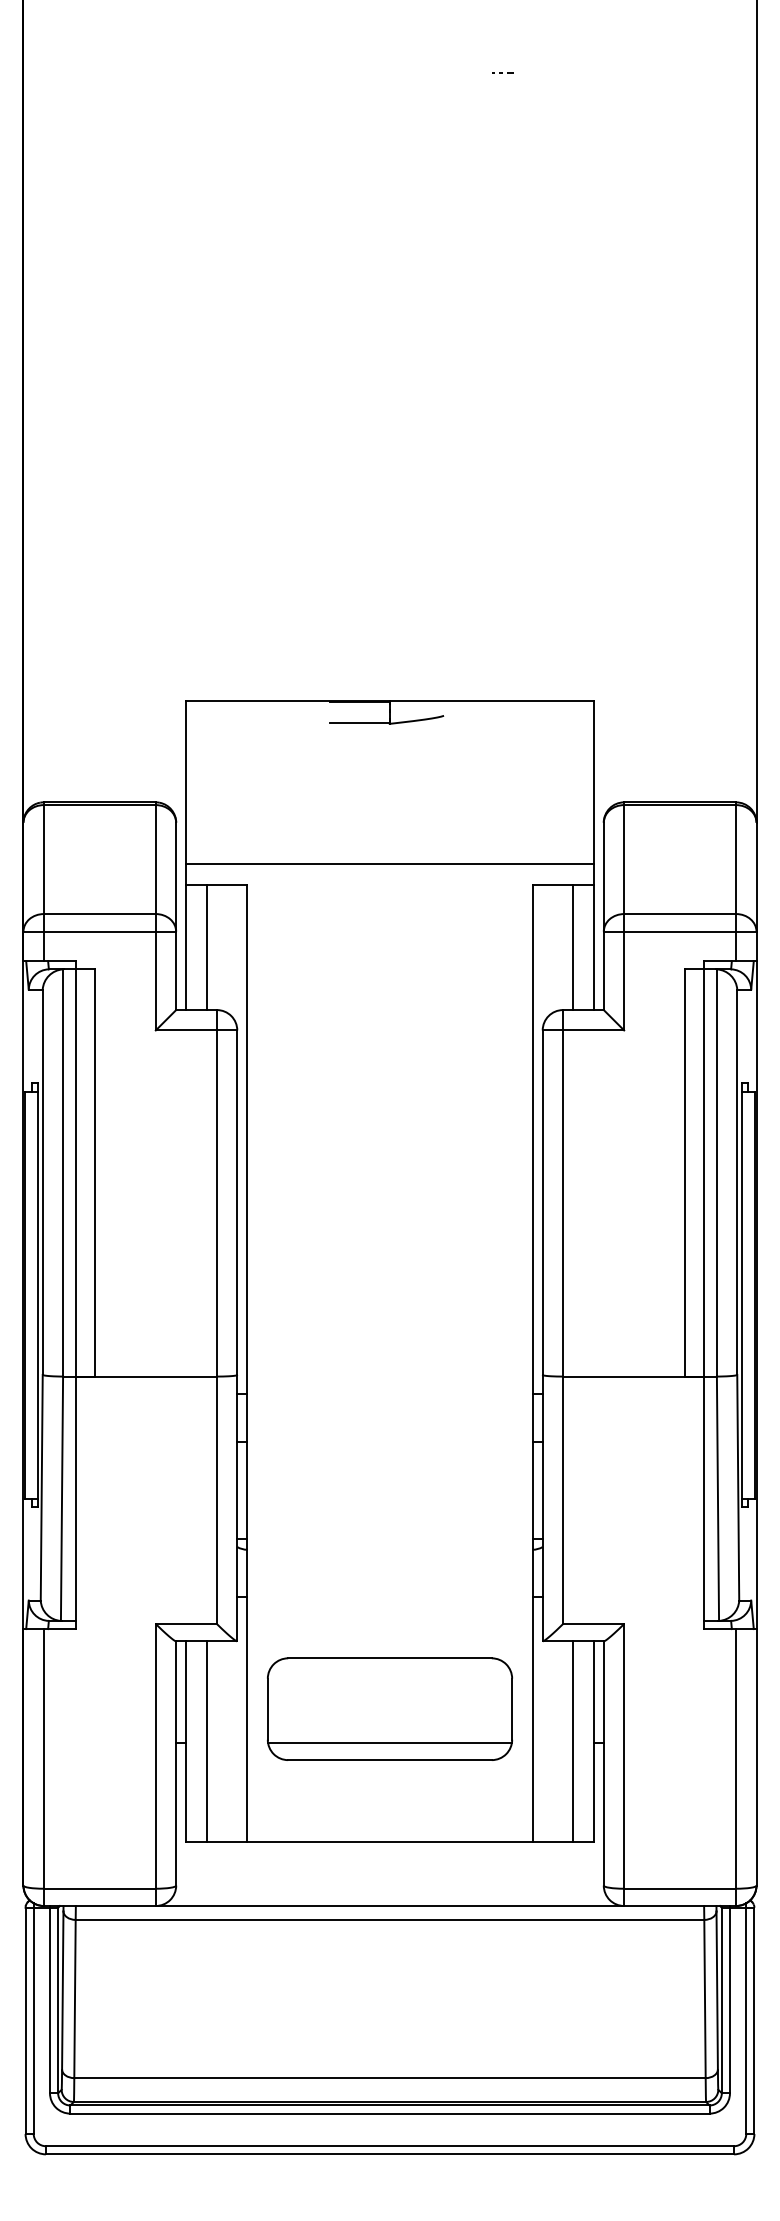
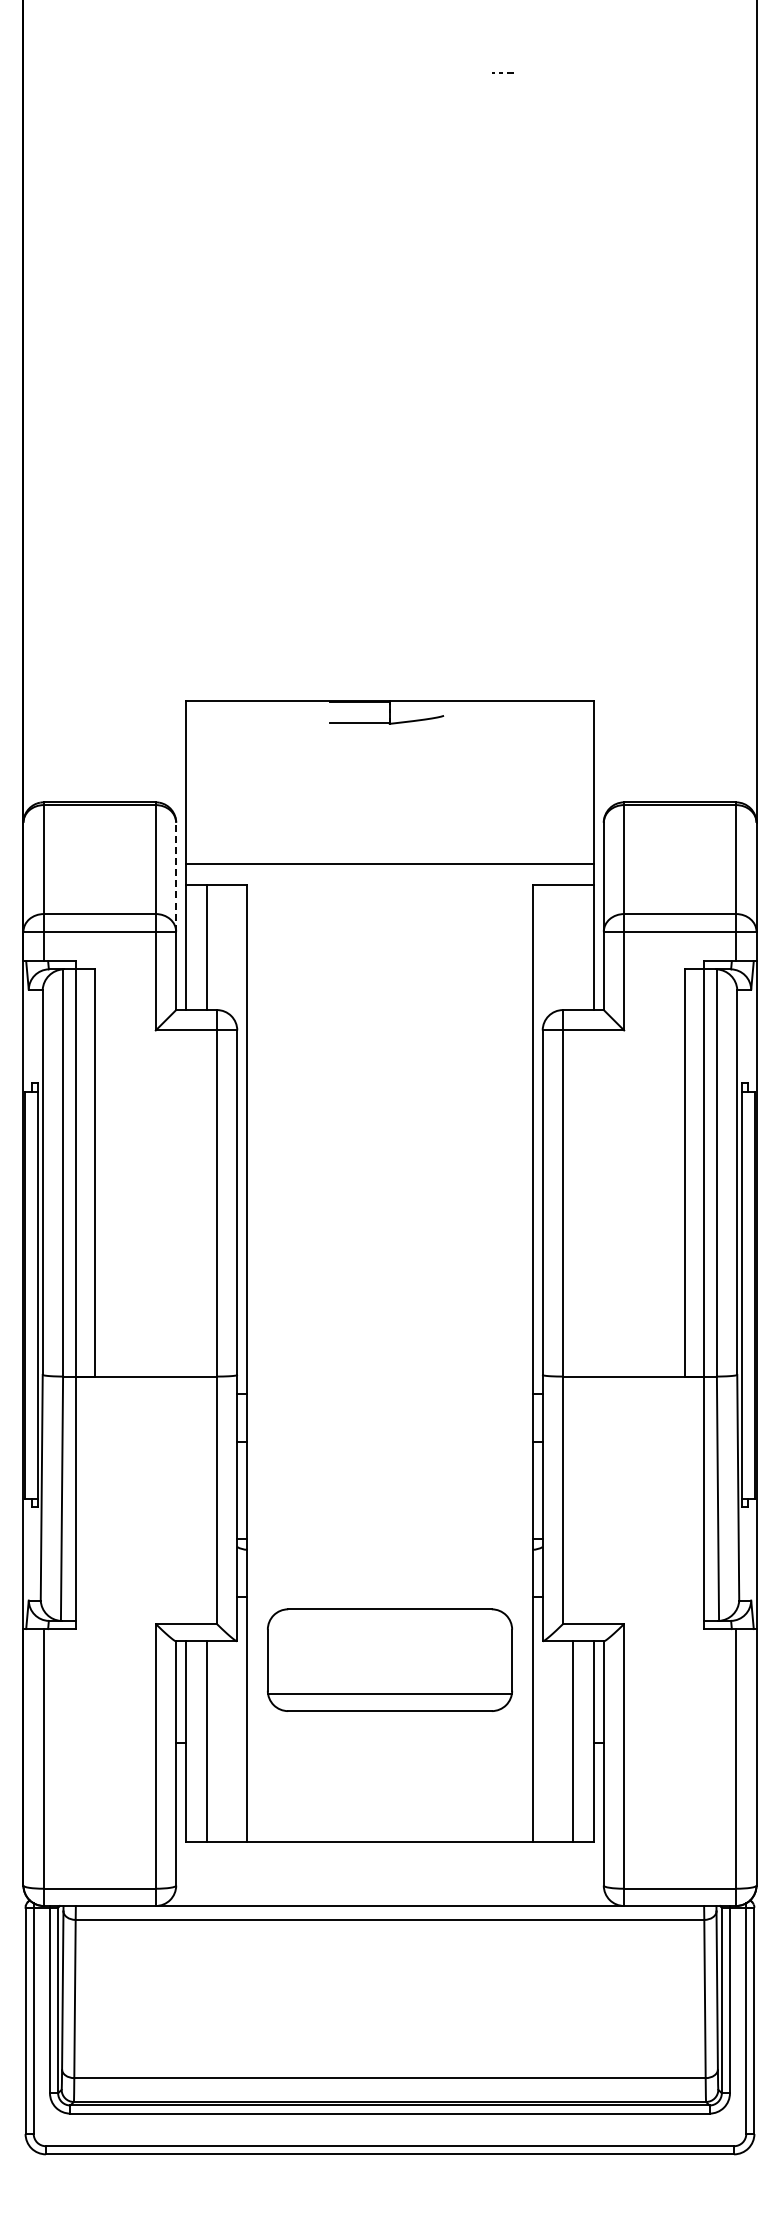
line at (176, 876): solid -> dashed
line at (573, 947): present -> none
part at (389, 1708) position: (389, 1708) -> (389, 1659)
